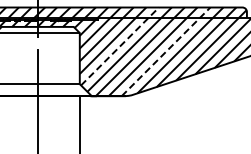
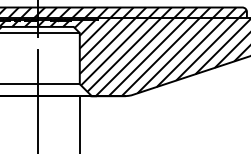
line at (120, 46): dashed -> solid
line at (166, 51): dashed -> solid
